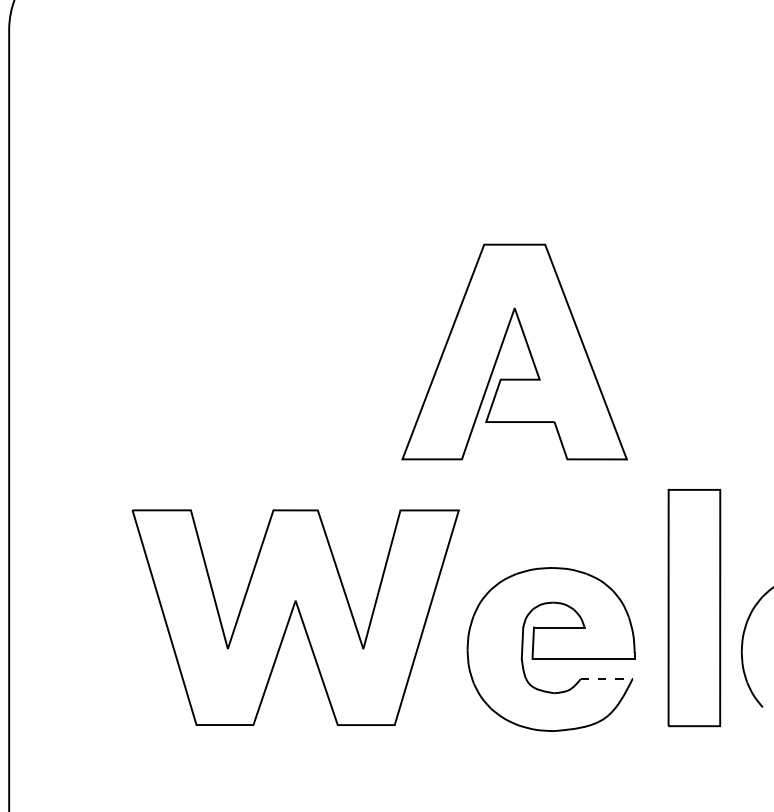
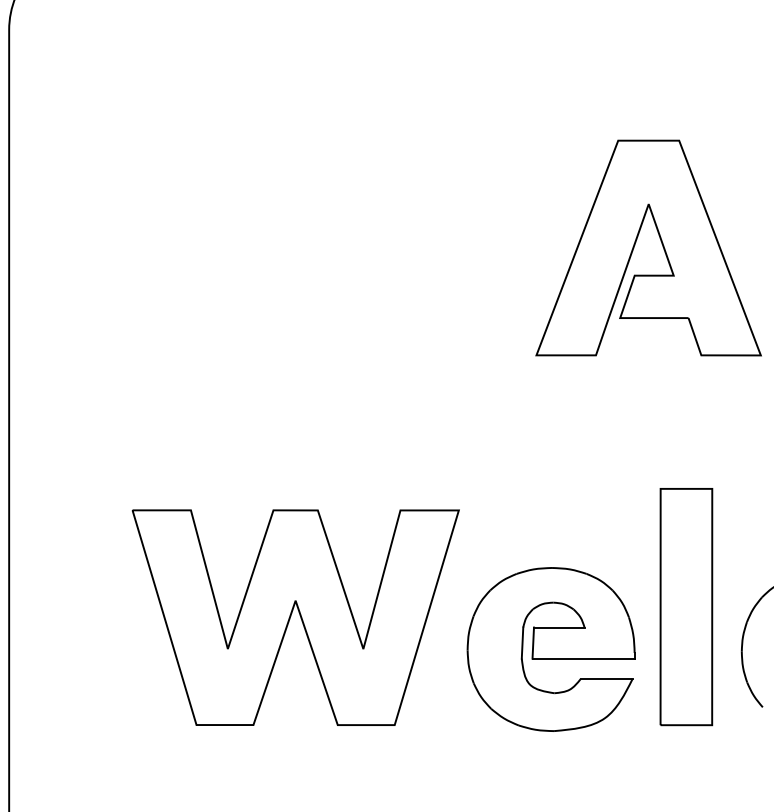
part at (502, 346) position: (502, 346) -> (636, 242)
part at (694, 608) position: (694, 608) -> (686, 607)
line at (606, 679): dashed -> solid
